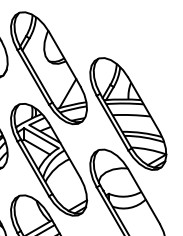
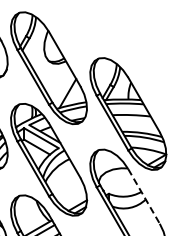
line at (144, 196): solid -> dashed
